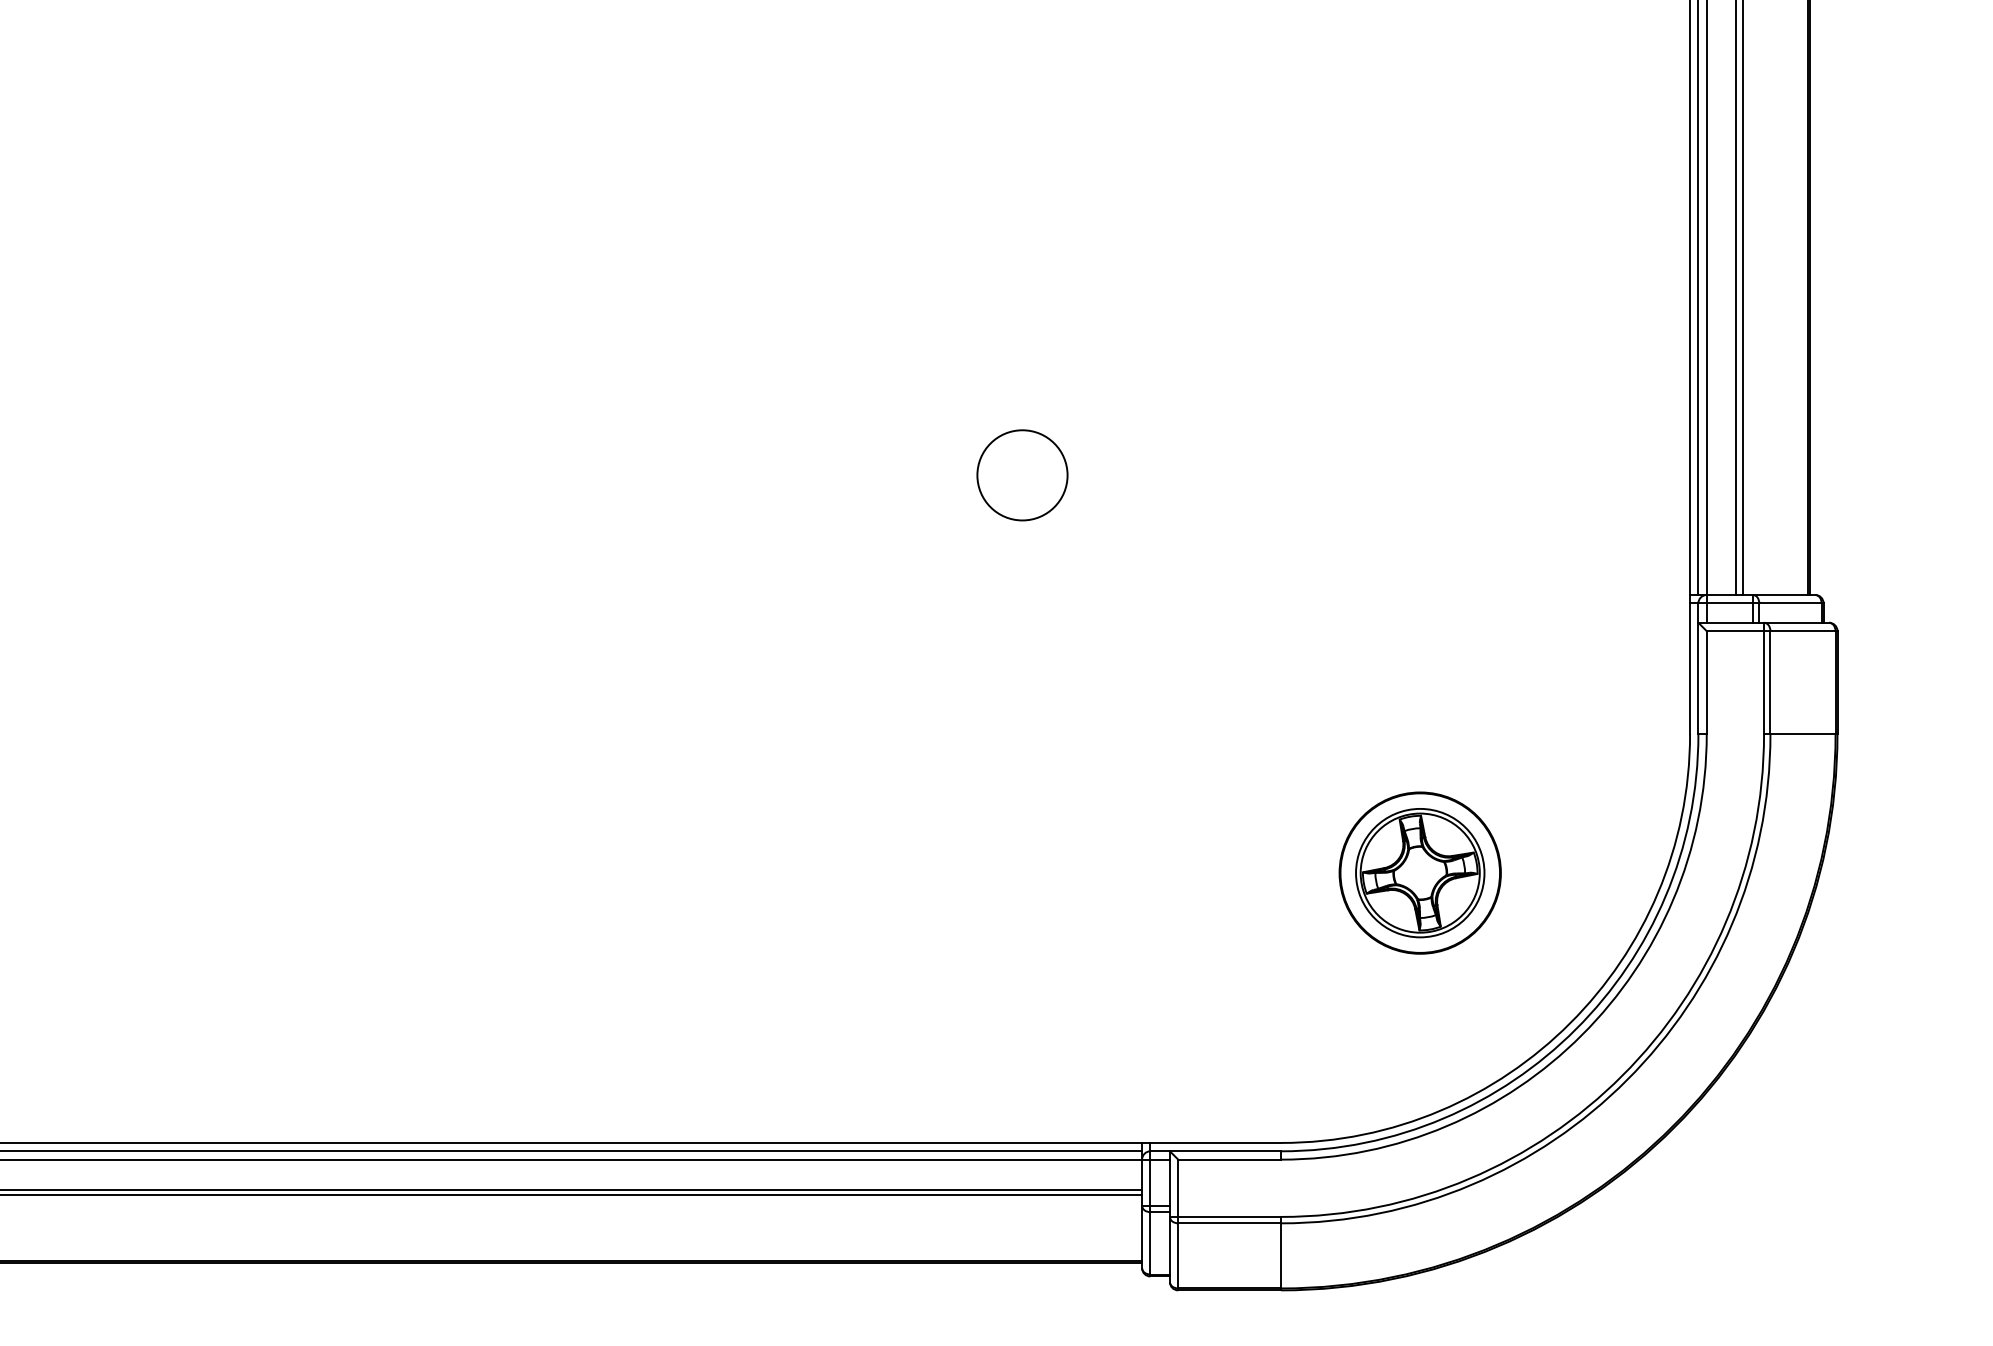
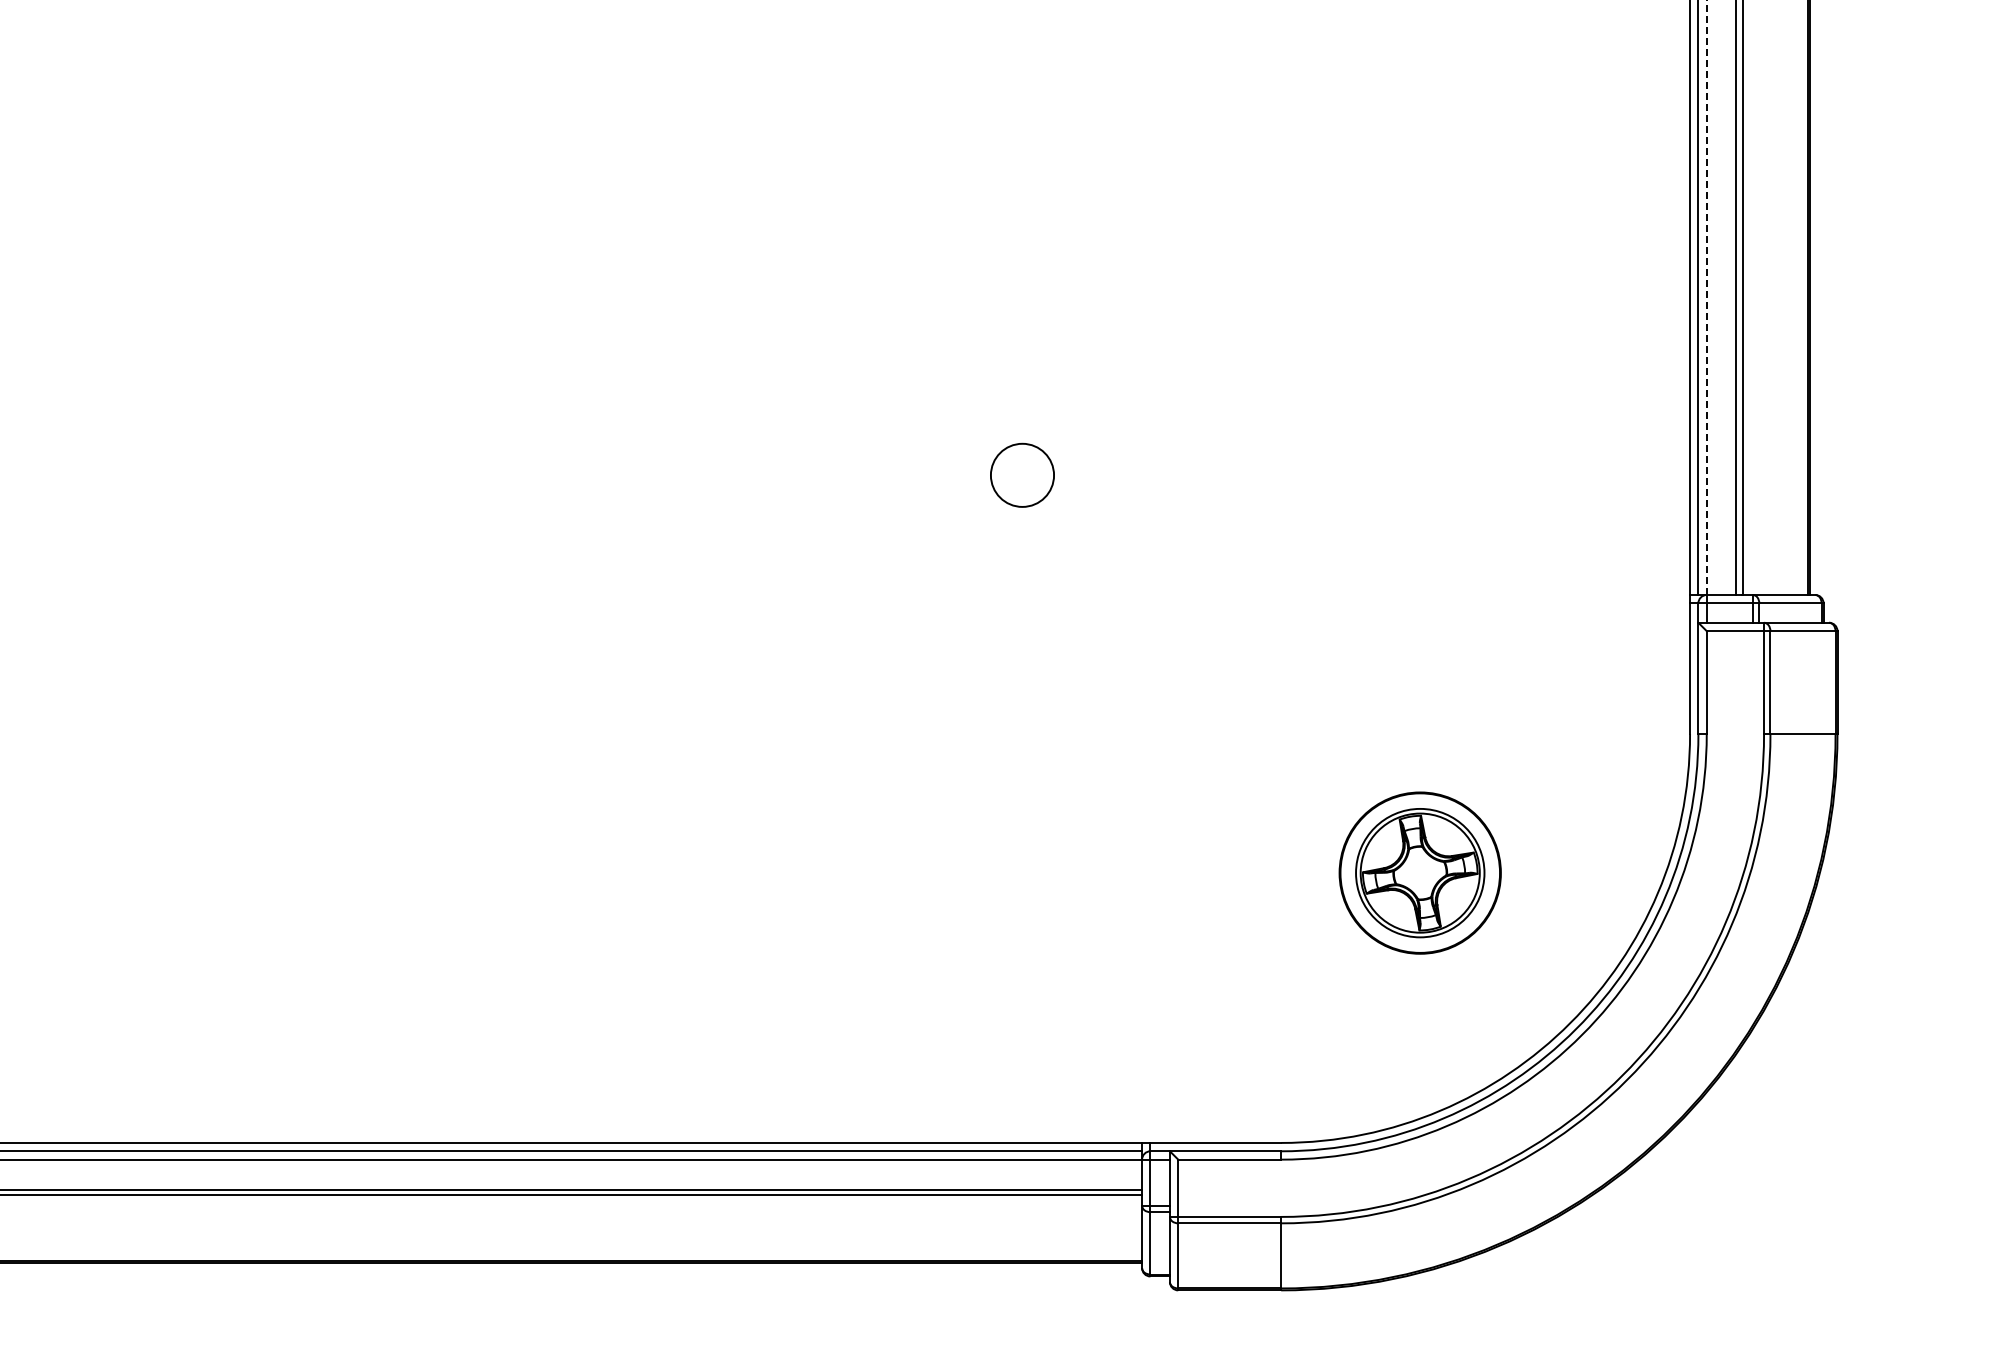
line at (1706, 297): solid -> dashed
circle at (1022, 475) diameter: 90 px -> 63 px
